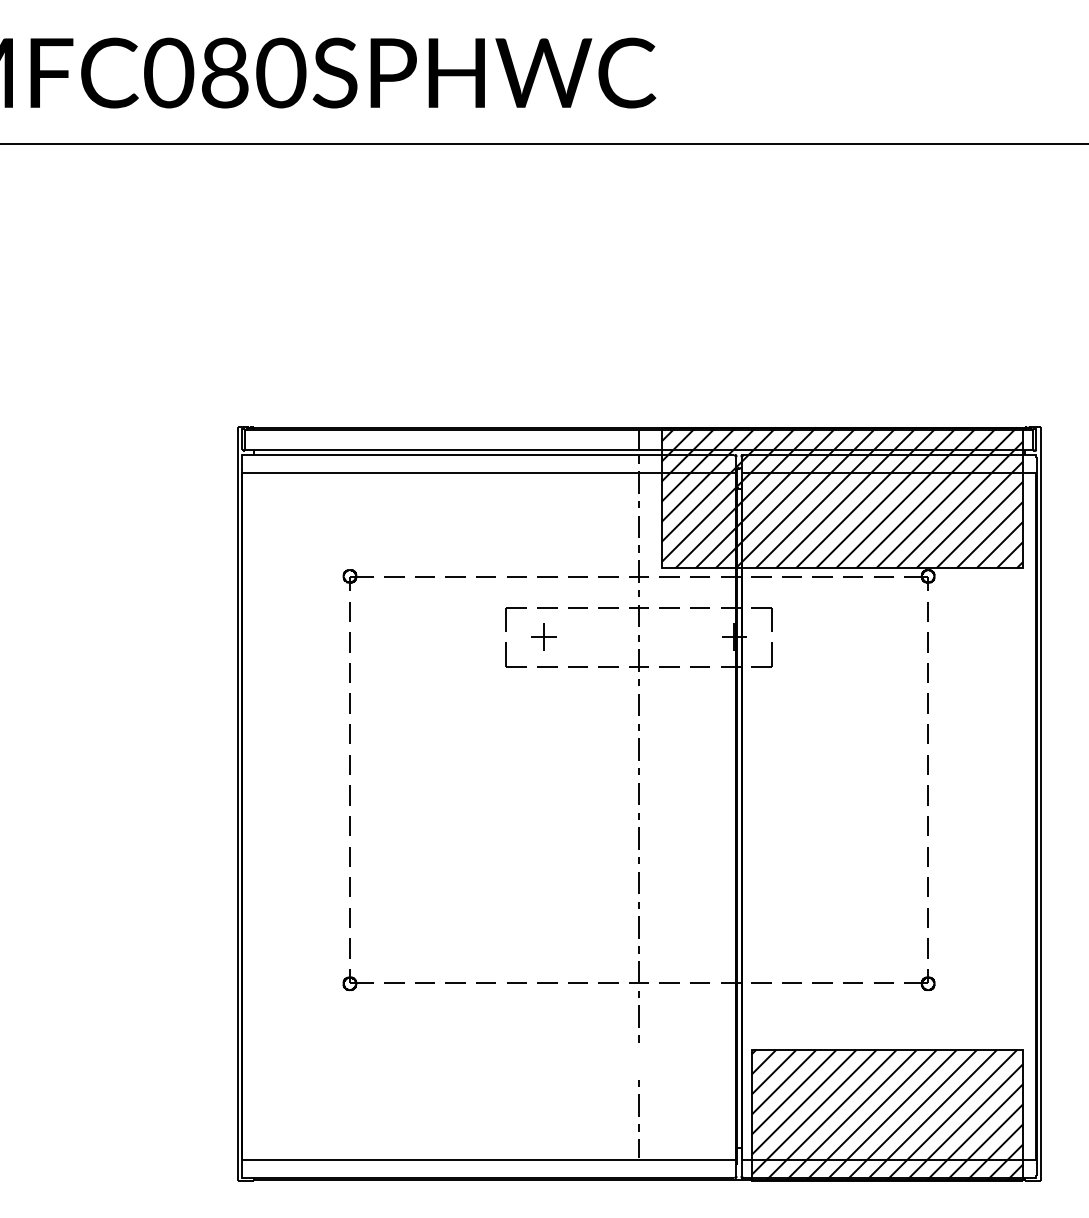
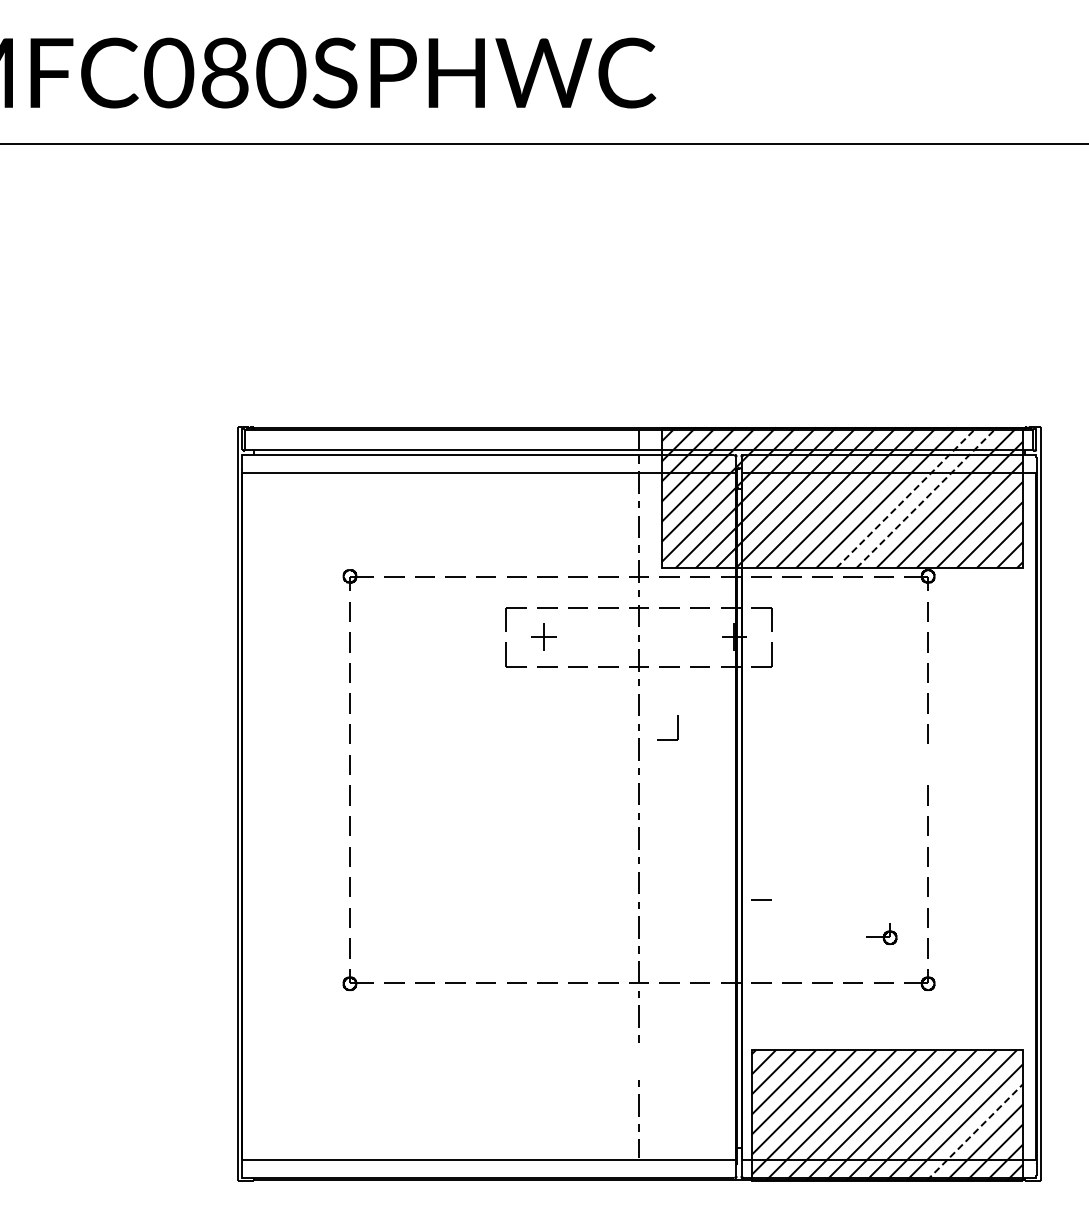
line at (906, 497): solid -> dashed
line at (927, 497): solid -> dashed
part at (677, 727): none -> present
line at (927, 764): present -> none
line at (761, 899): none -> present
part at (881, 933): none -> present
line at (974, 1132): solid -> dashed
